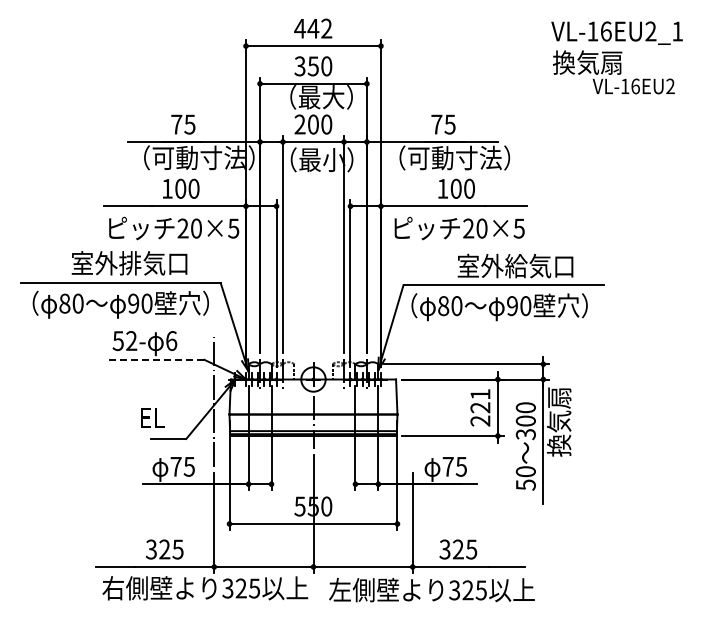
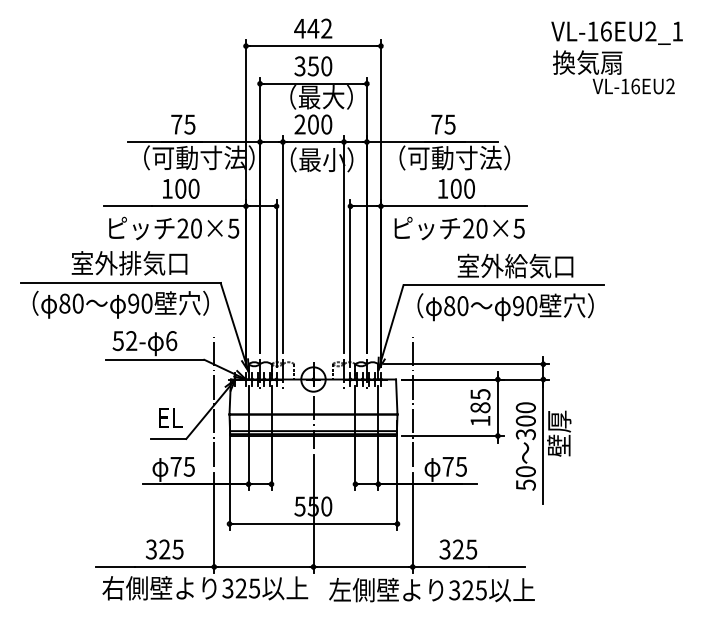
text at (499, 307) position: (499, 307) -> (505, 307)
line at (154, 359): dashed -> solid
line at (412, 401): none -> present
text at (480, 407): 221 -> 185
text at (152, 417) position: (152, 417) -> (170, 417)
text at (558, 421): 換気扇 -> 壁厚
